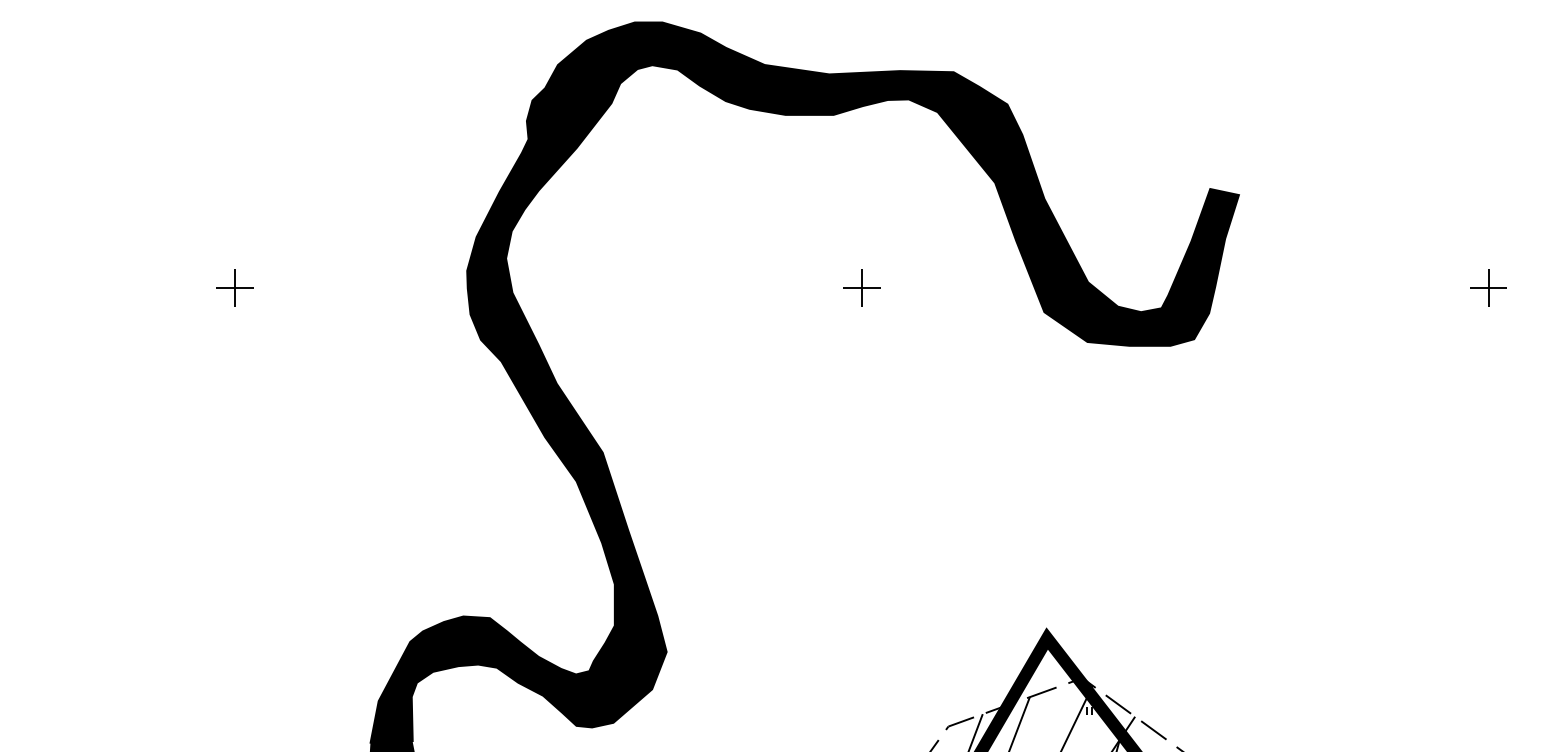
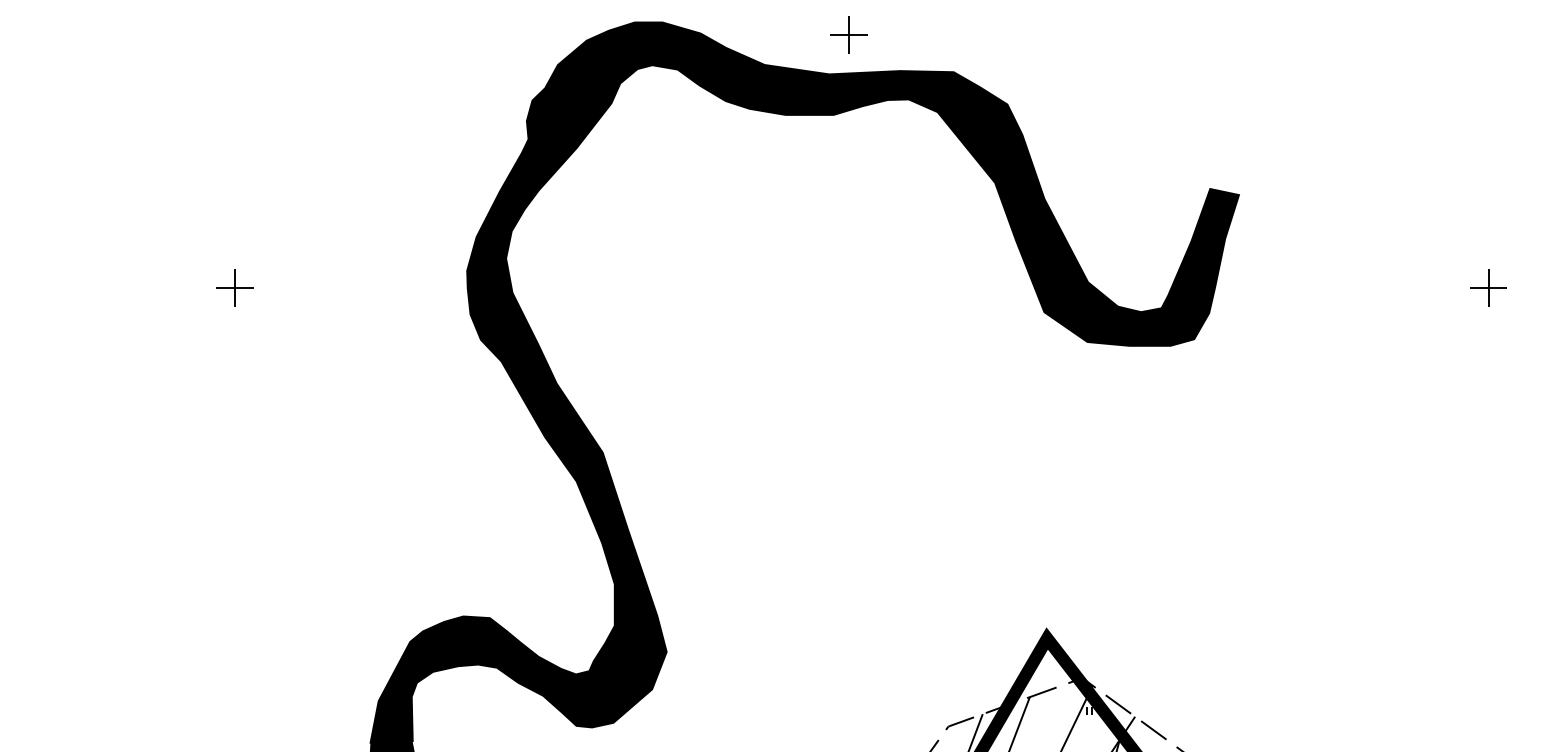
part at (861, 287) position: (861, 287) -> (848, 34)
